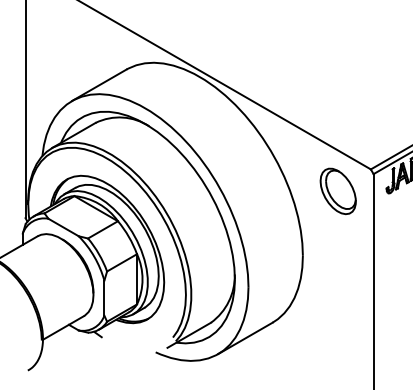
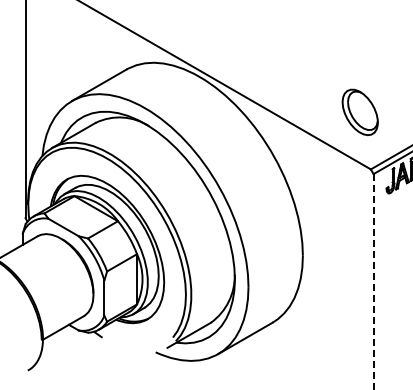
part at (337, 191) position: (337, 191) -> (359, 112)
line at (373, 282): solid -> dashed
